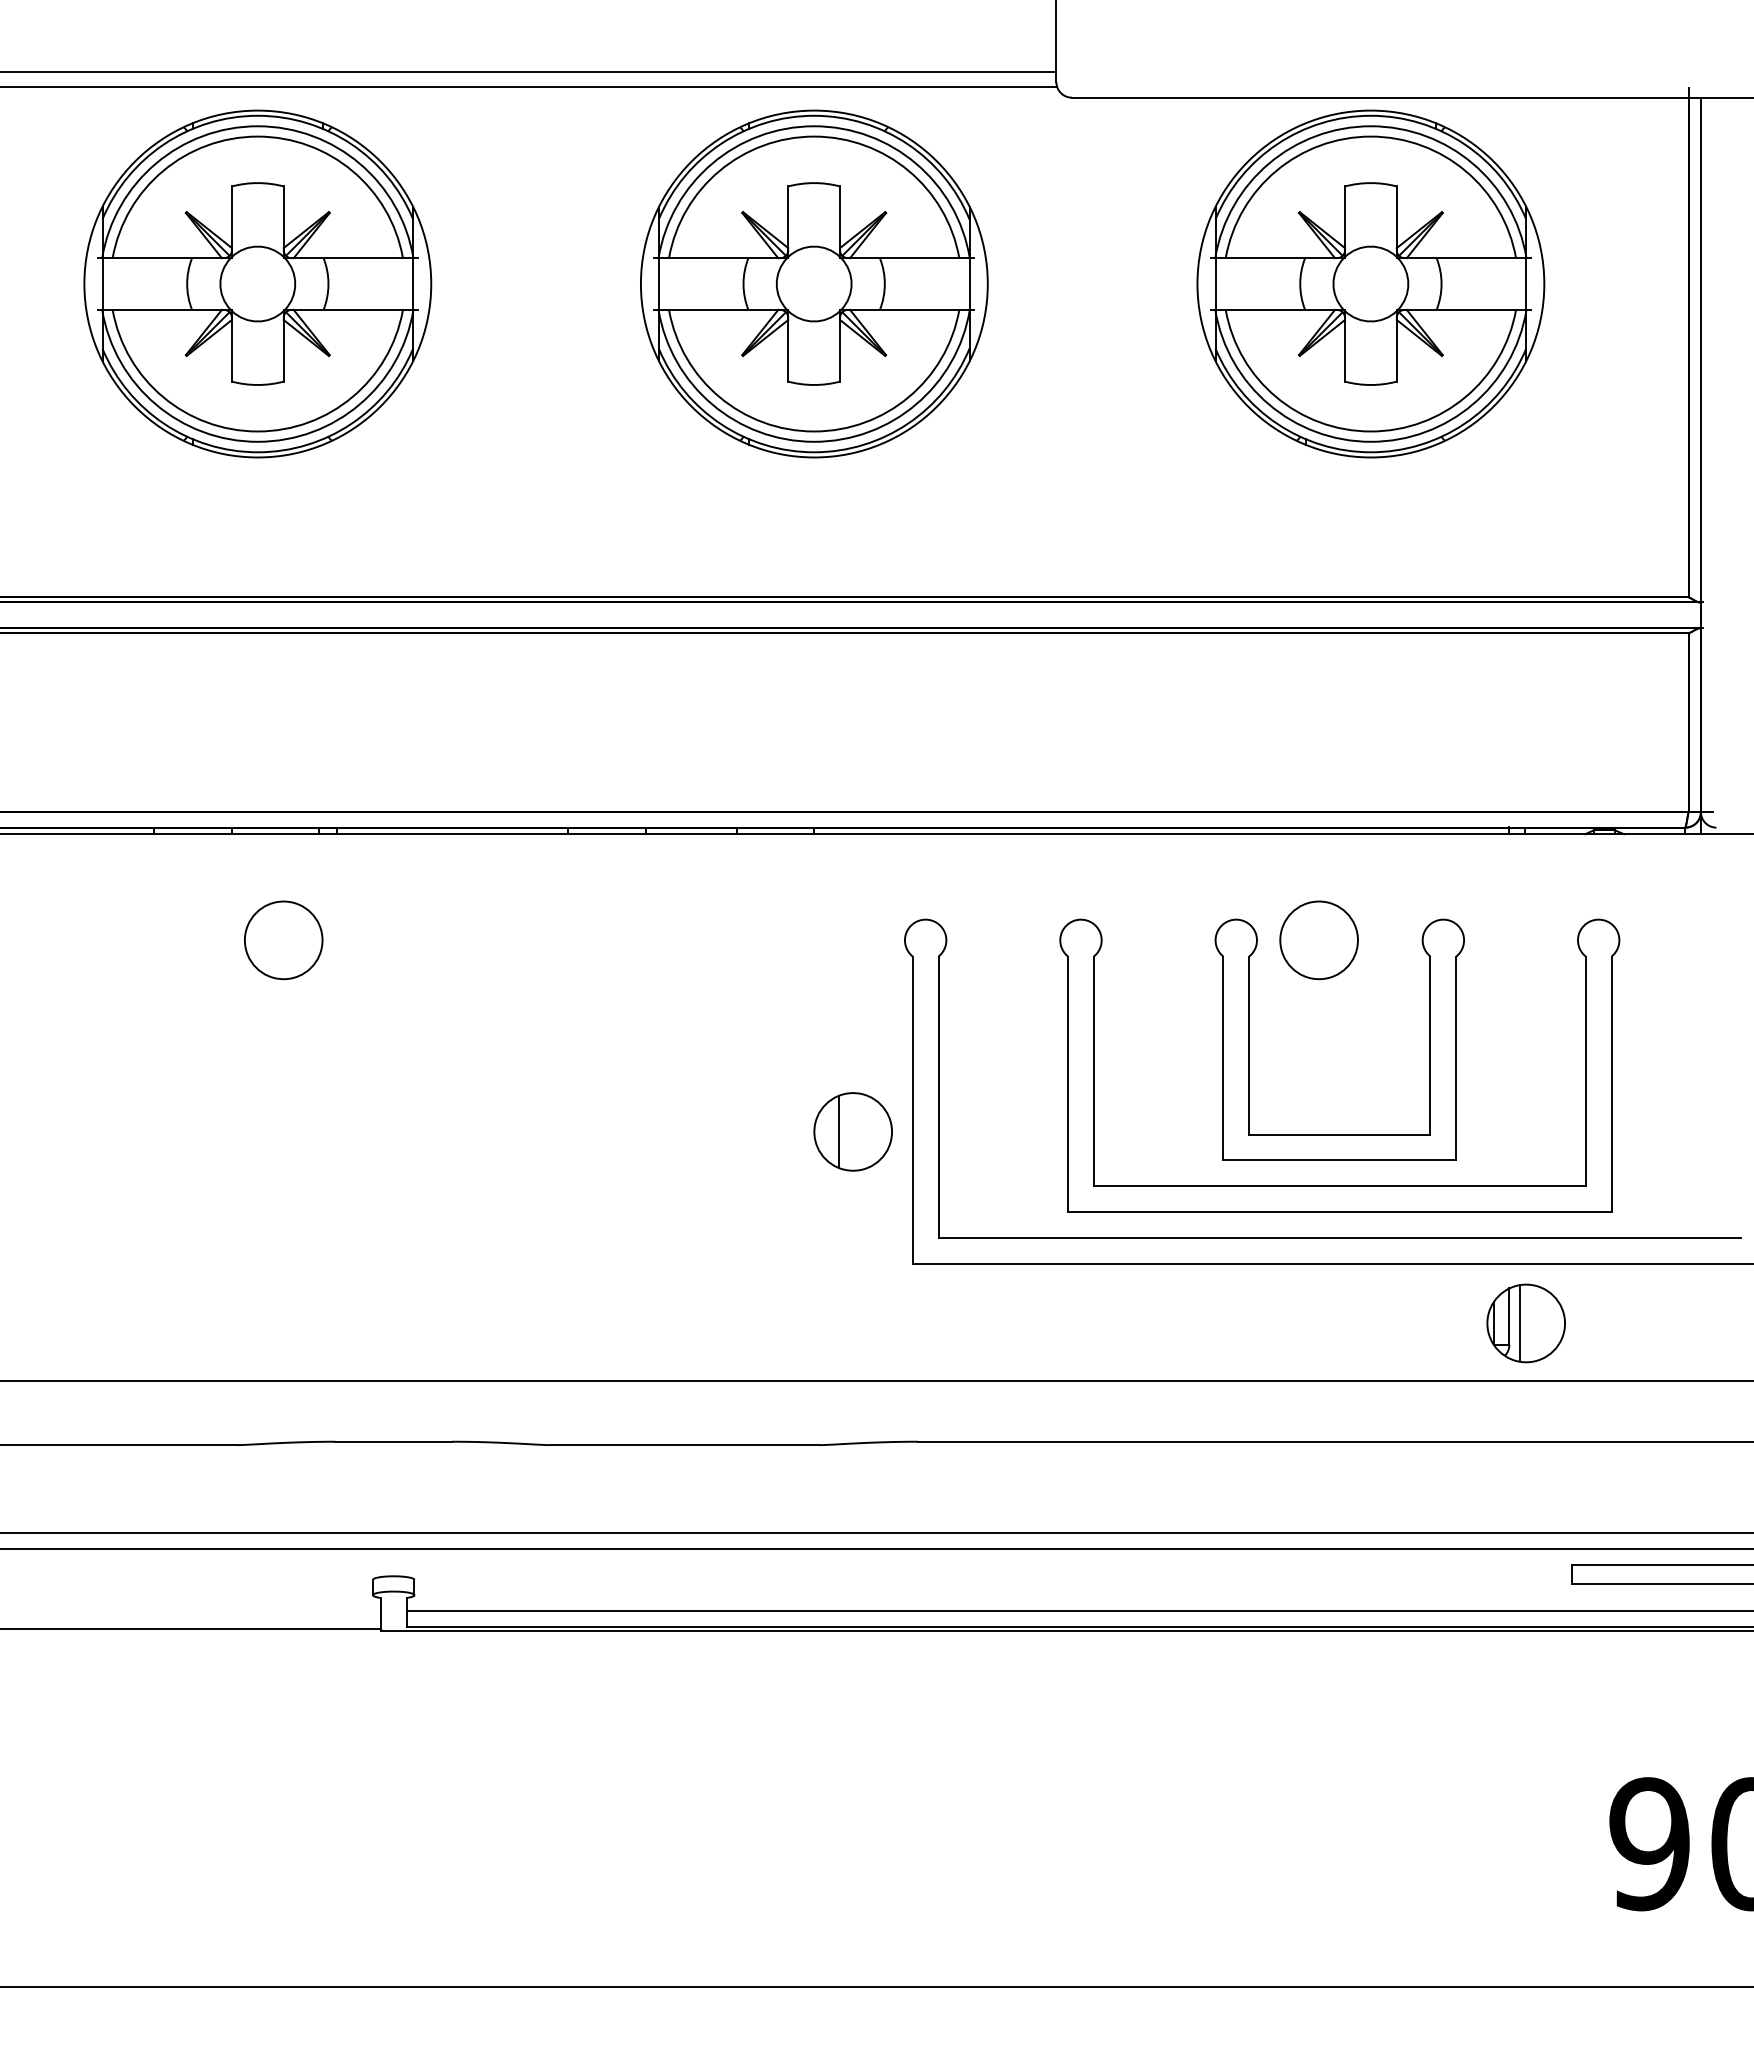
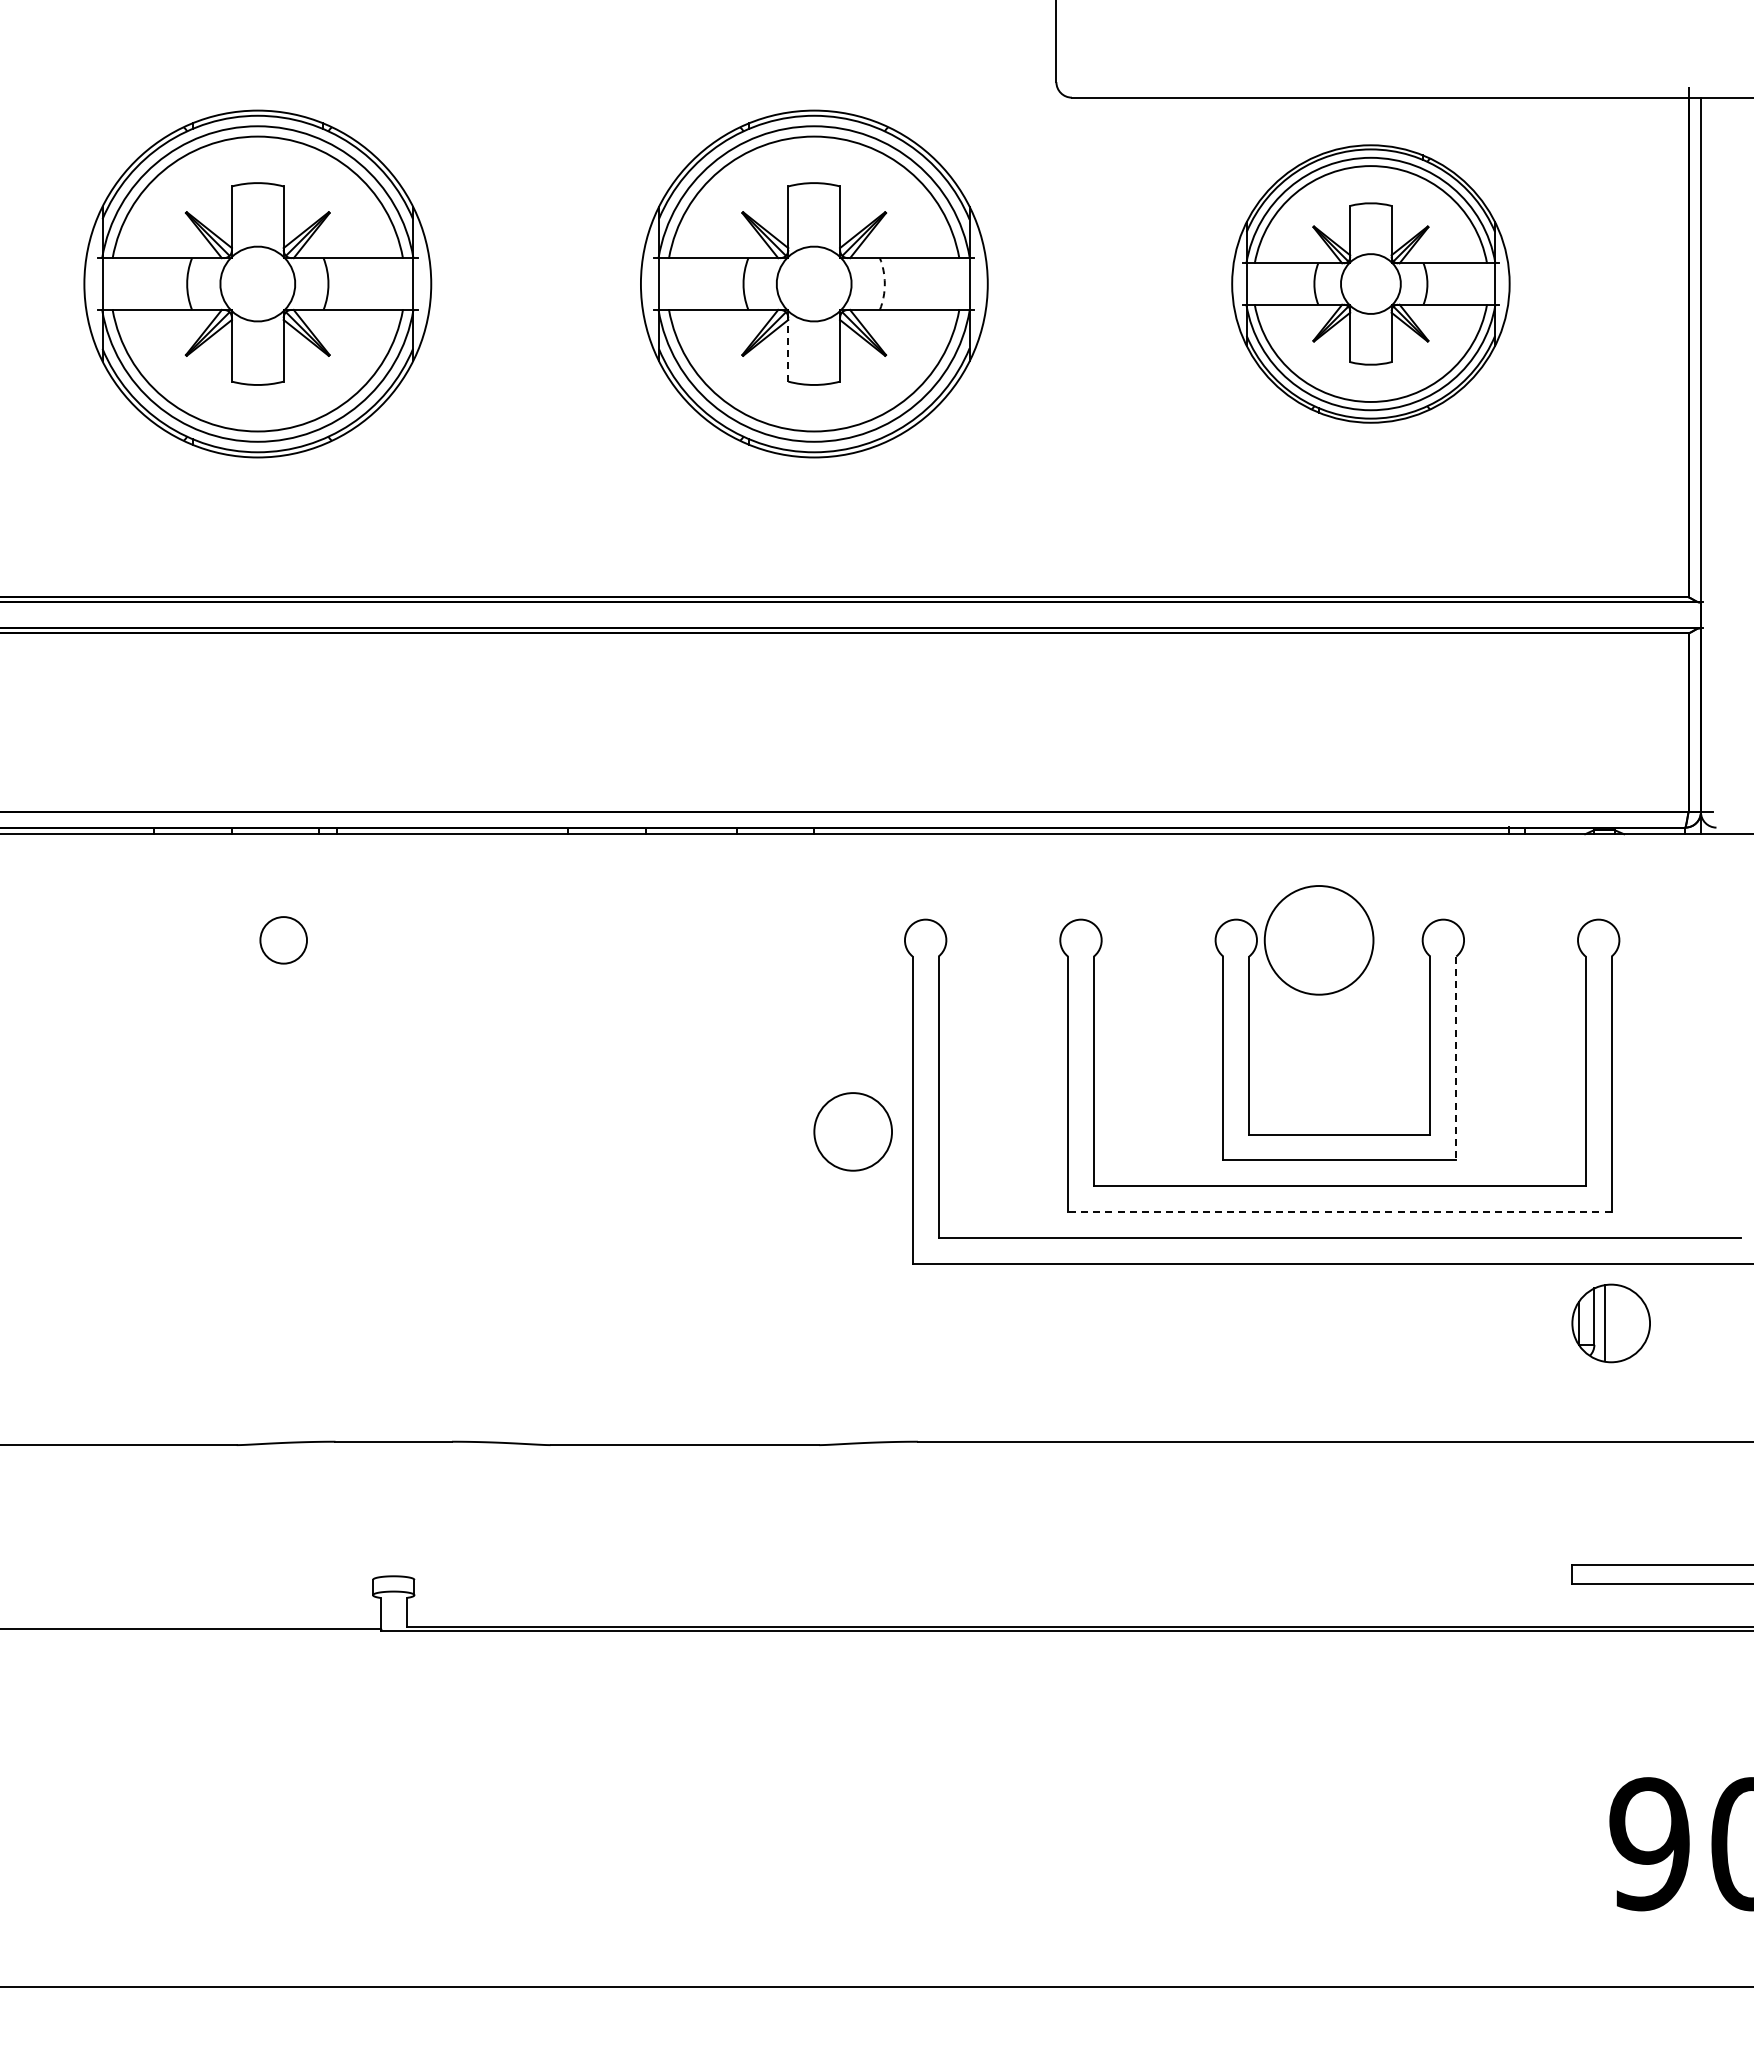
line at (529, 71): present -> none
line at (529, 87): present -> none
part at (1370, 283) size: 350x350 px -> 280x280 px
arc at (884, 284): solid -> dashed
line at (788, 350): solid -> dashed
circle at (283, 940) diameter: 78 px -> 47 px
circle at (1318, 940) diameter: 78 px -> 109 px
line at (1456, 1058): solid -> dashed
line at (838, 1131): present -> none
line at (1339, 1212): solid -> dashed
part at (1525, 1323) position: (1525, 1323) -> (1610, 1323)
line at (876, 1381): present -> none
line at (876, 1533): present -> none
line at (876, 1548): present -> none
line at (1078, 1611): present -> none
